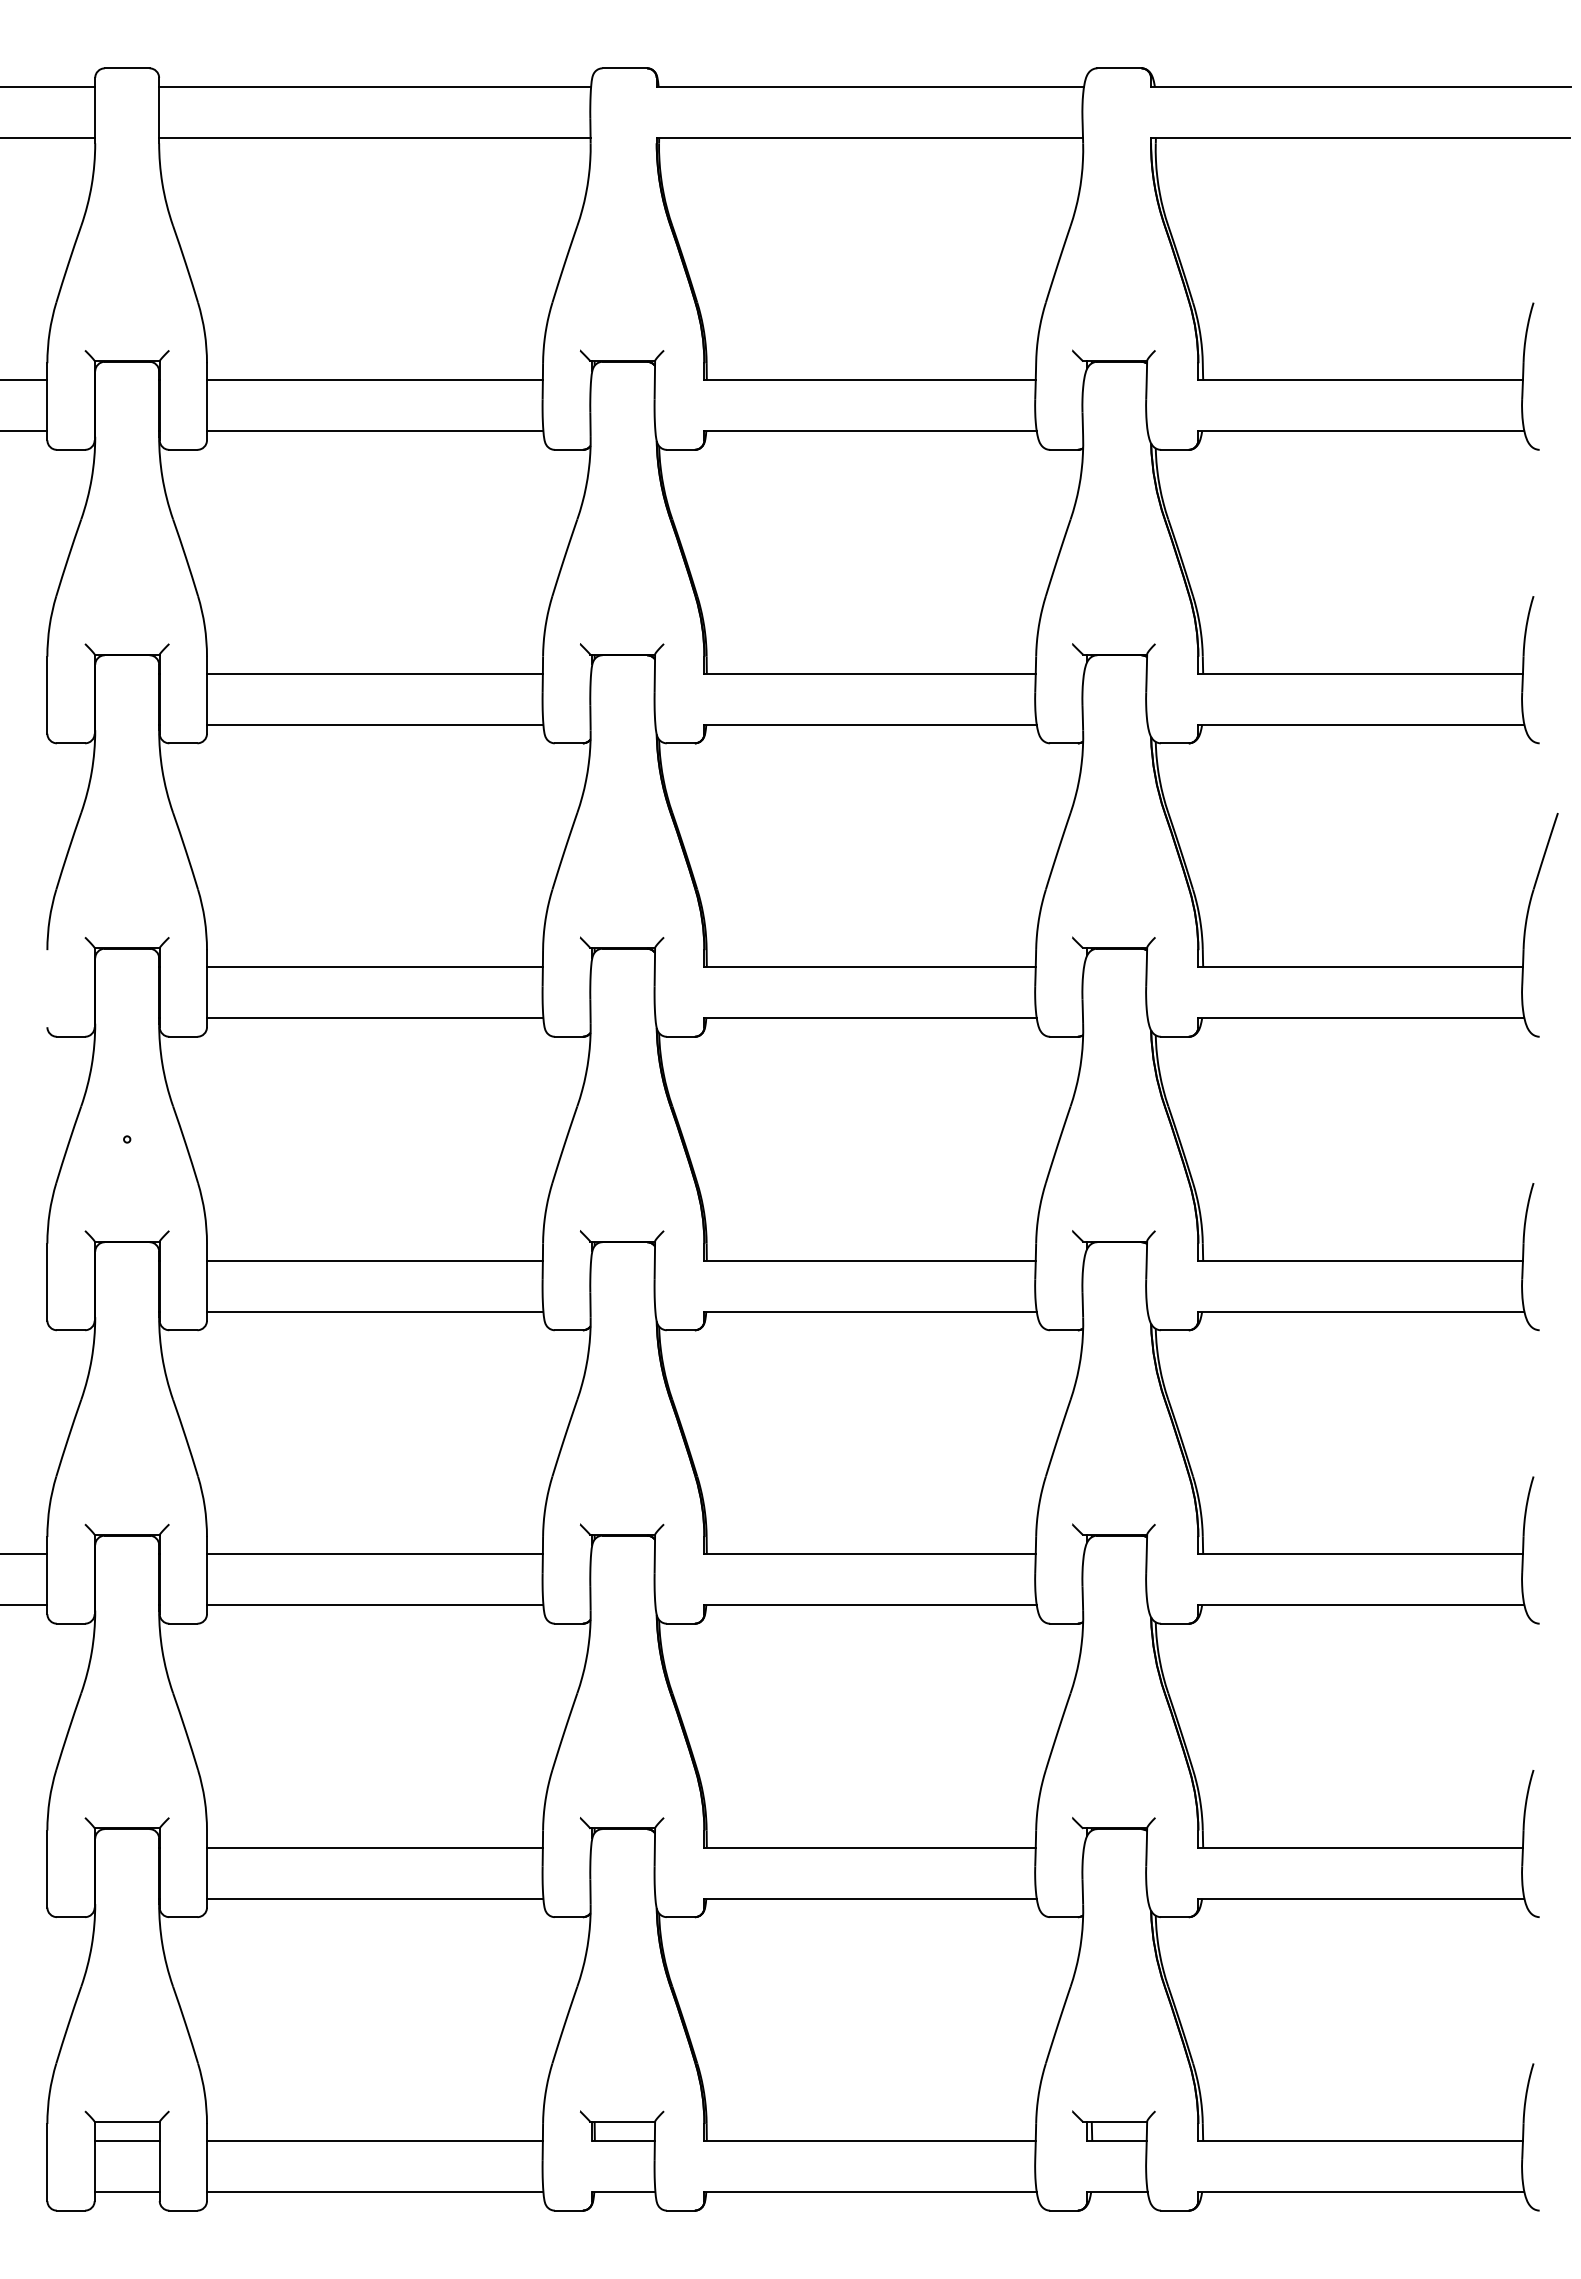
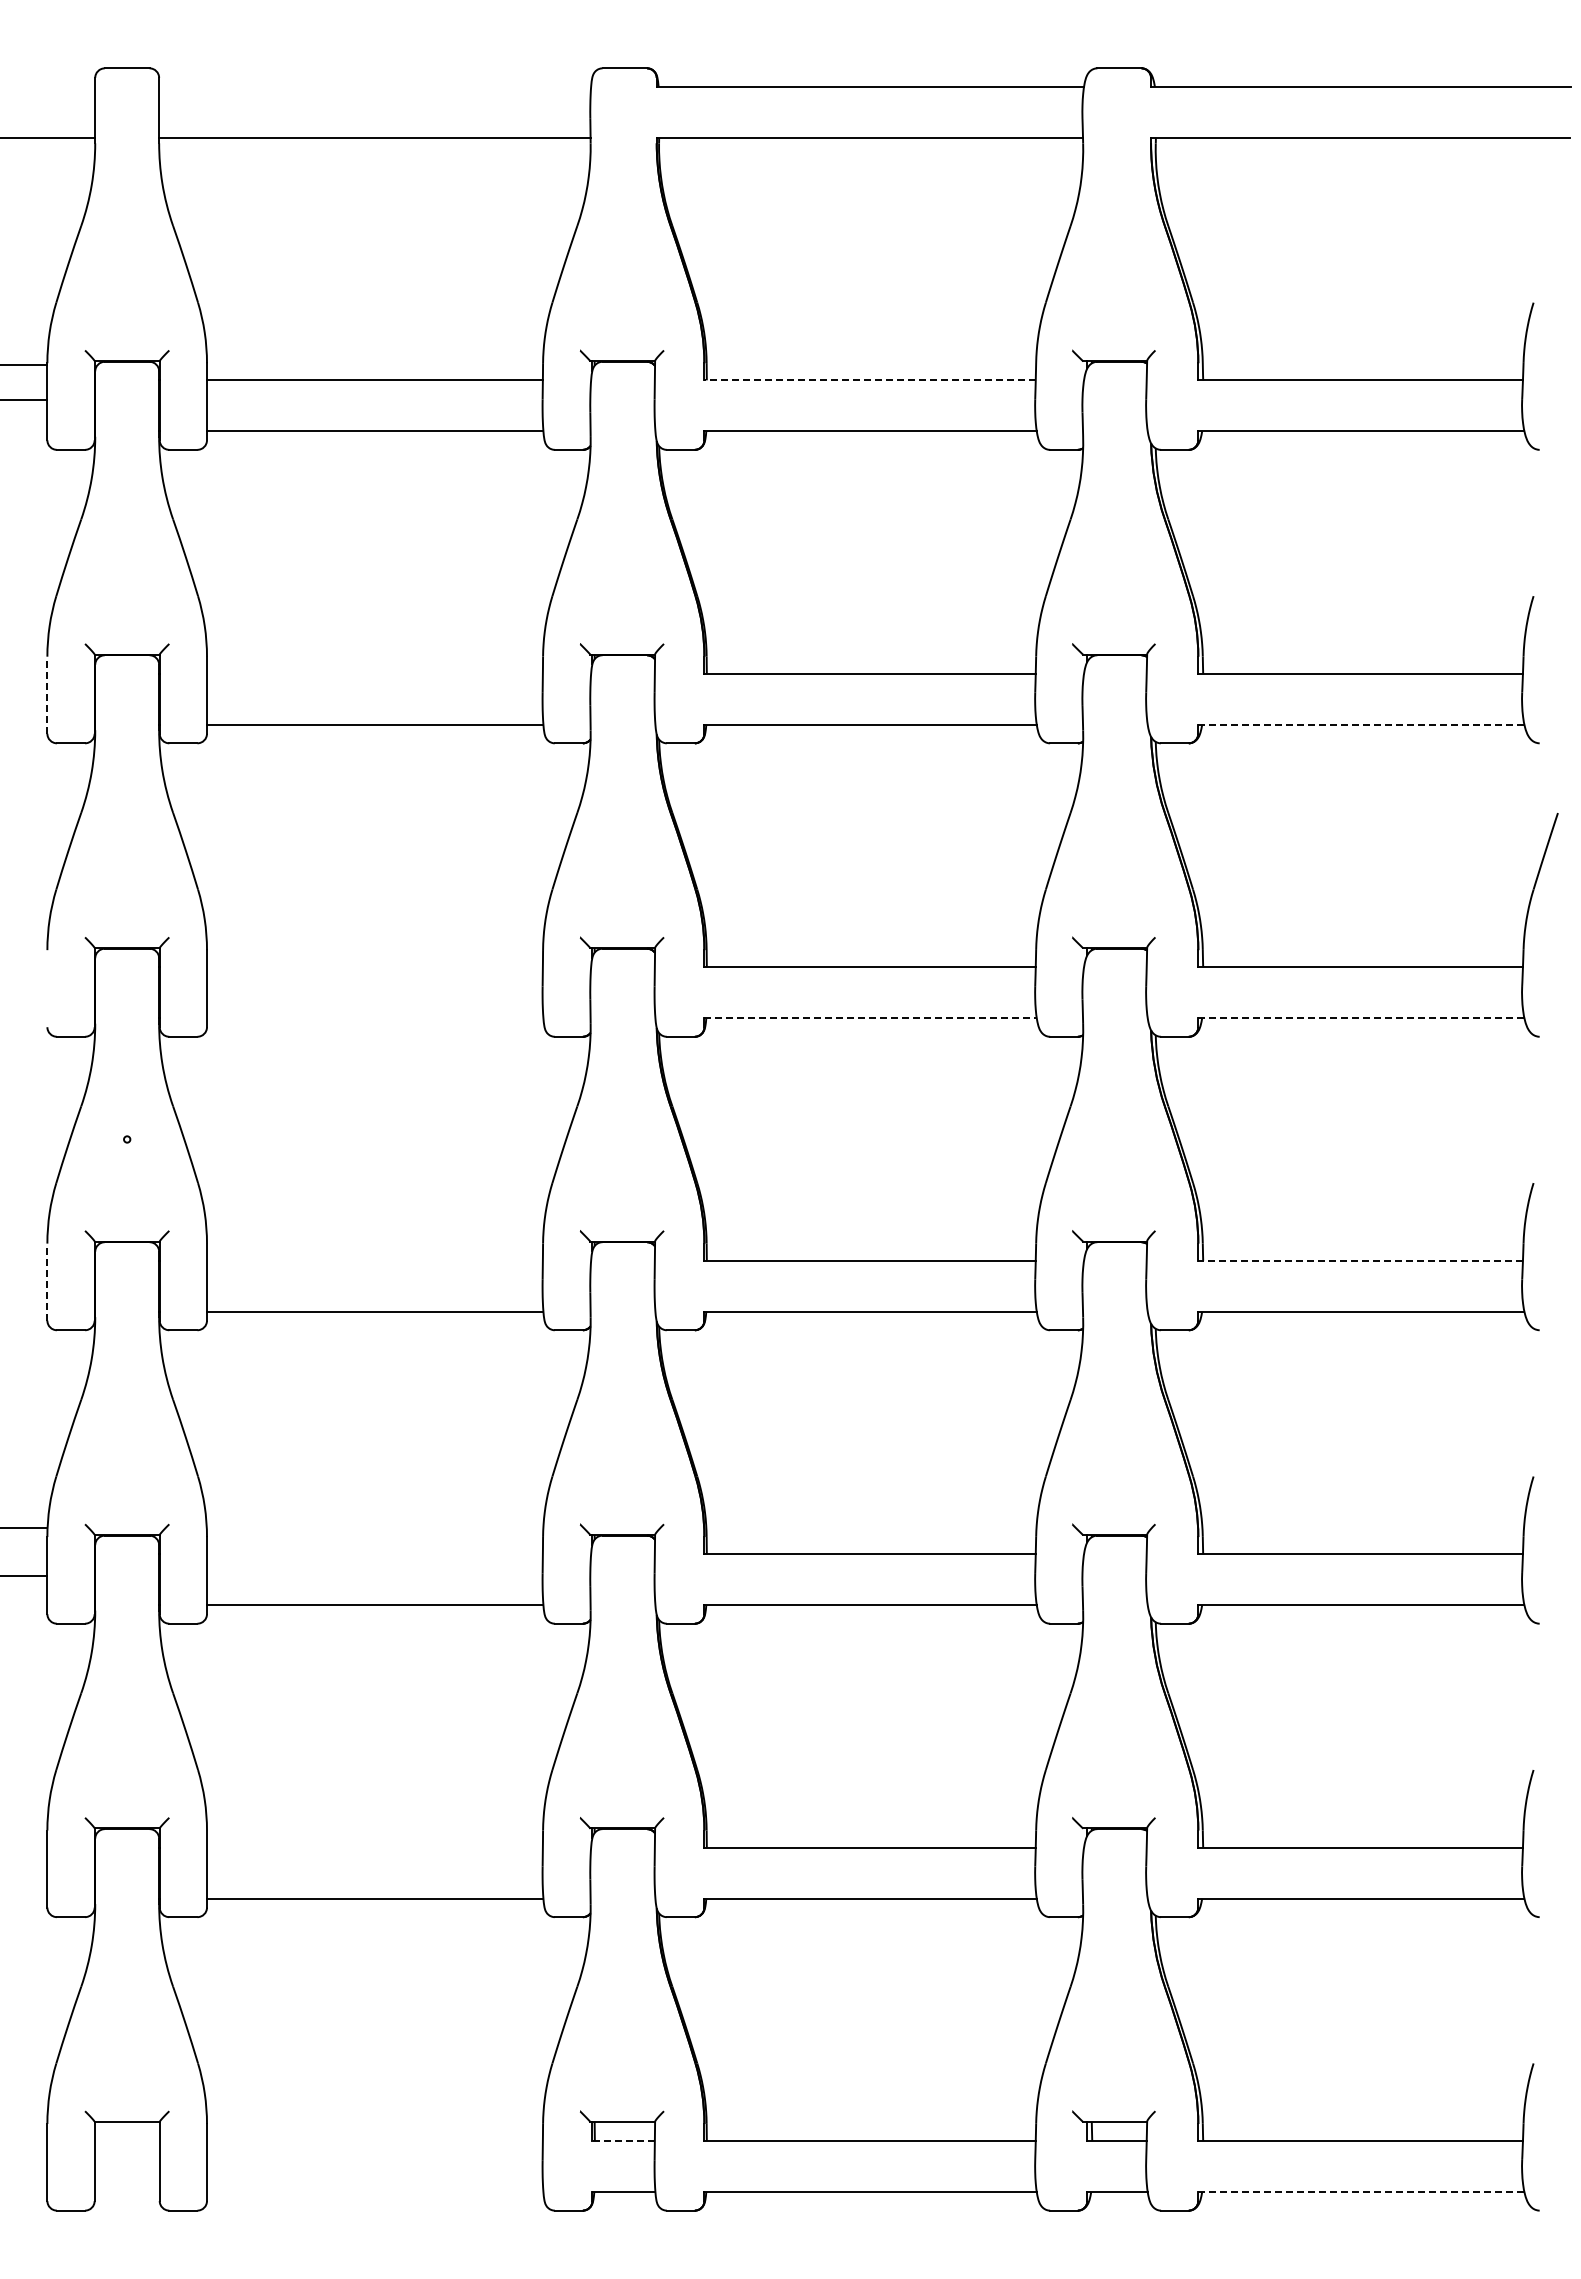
line at (48, 86): present -> none
line at (375, 86): present -> none
line at (24, 380) position: (24, 380) -> (24, 365)
line at (870, 380): solid -> dashed
line at (24, 431) position: (24, 431) -> (24, 400)
line at (374, 673): present -> none
line at (47, 695): solid -> dashed
line at (1361, 724): solid -> dashed
line at (374, 967): present -> none
line at (375, 1018): present -> none
line at (871, 1018): solid -> dashed
line at (1361, 1018): solid -> dashed
line at (374, 1260): present -> none
line at (1360, 1260): solid -> dashed
line at (47, 1282): solid -> dashed
line at (24, 1554) position: (24, 1554) -> (24, 1528)
line at (374, 1554): present -> none
line at (24, 1605) position: (24, 1605) -> (24, 1576)
line at (374, 1847): present -> none
line at (126, 2141): present -> none
line at (374, 2141): present -> none
line at (623, 2141): solid -> dashed
line at (126, 2192): present -> none
line at (375, 2192): present -> none
line at (1361, 2192): solid -> dashed
